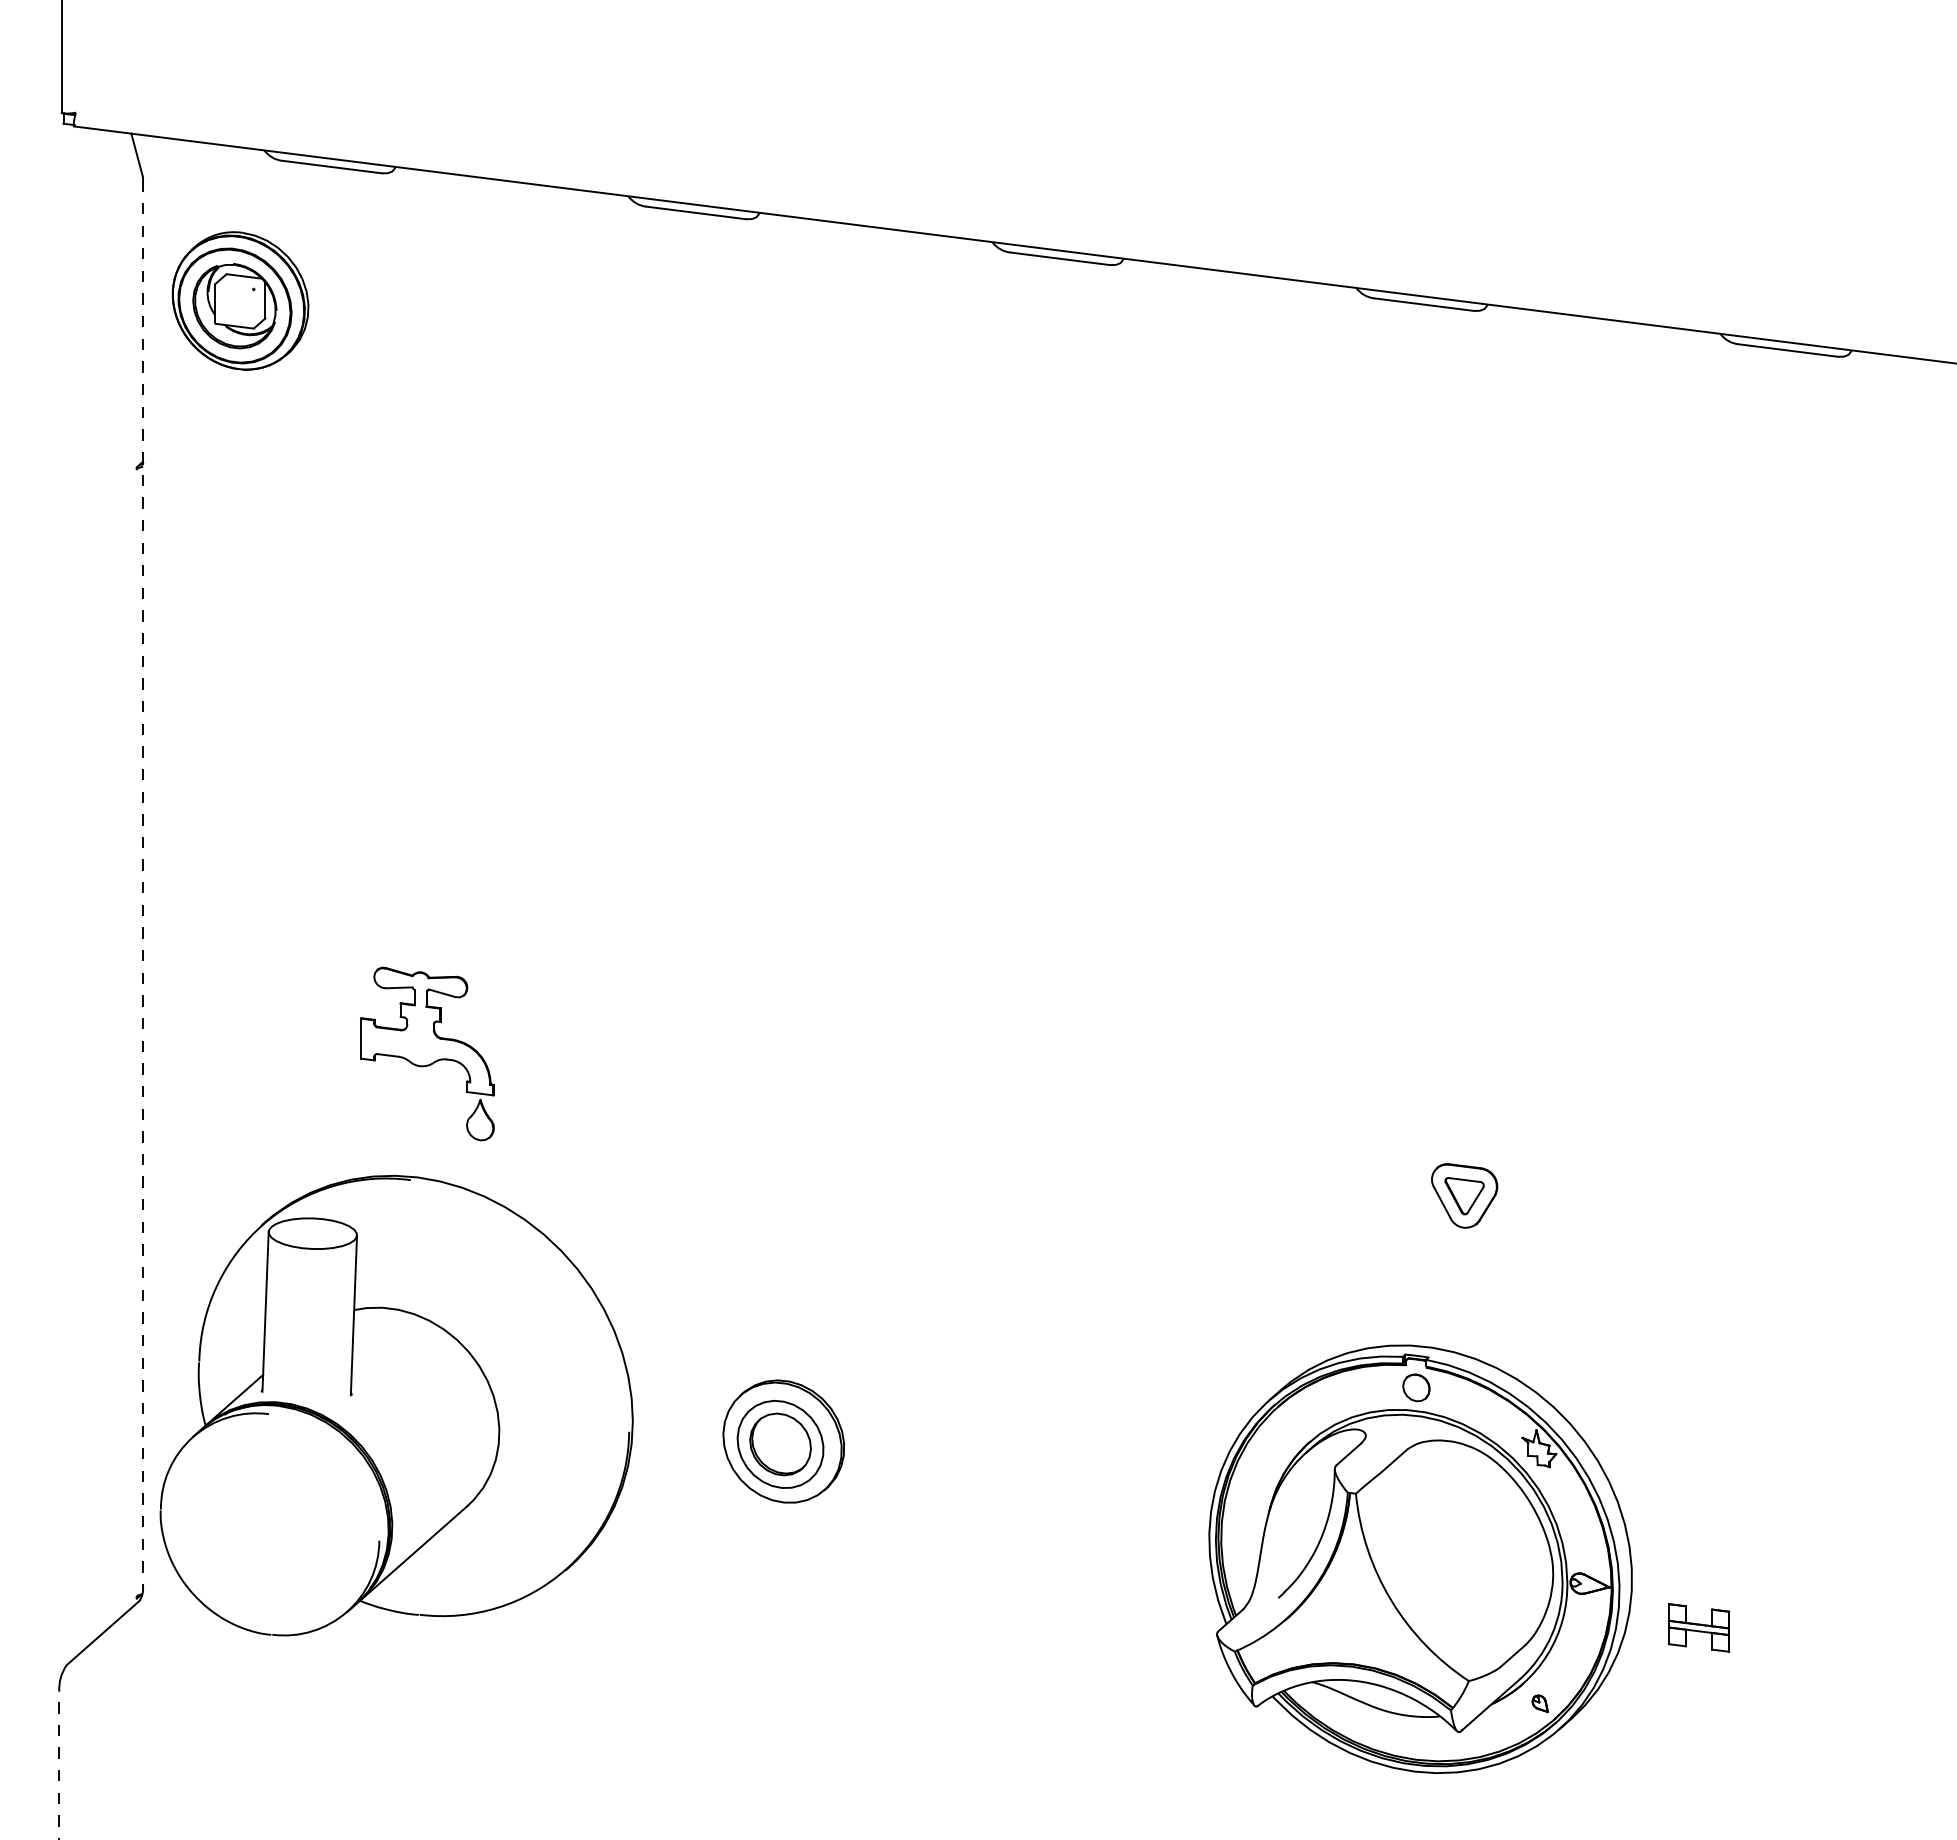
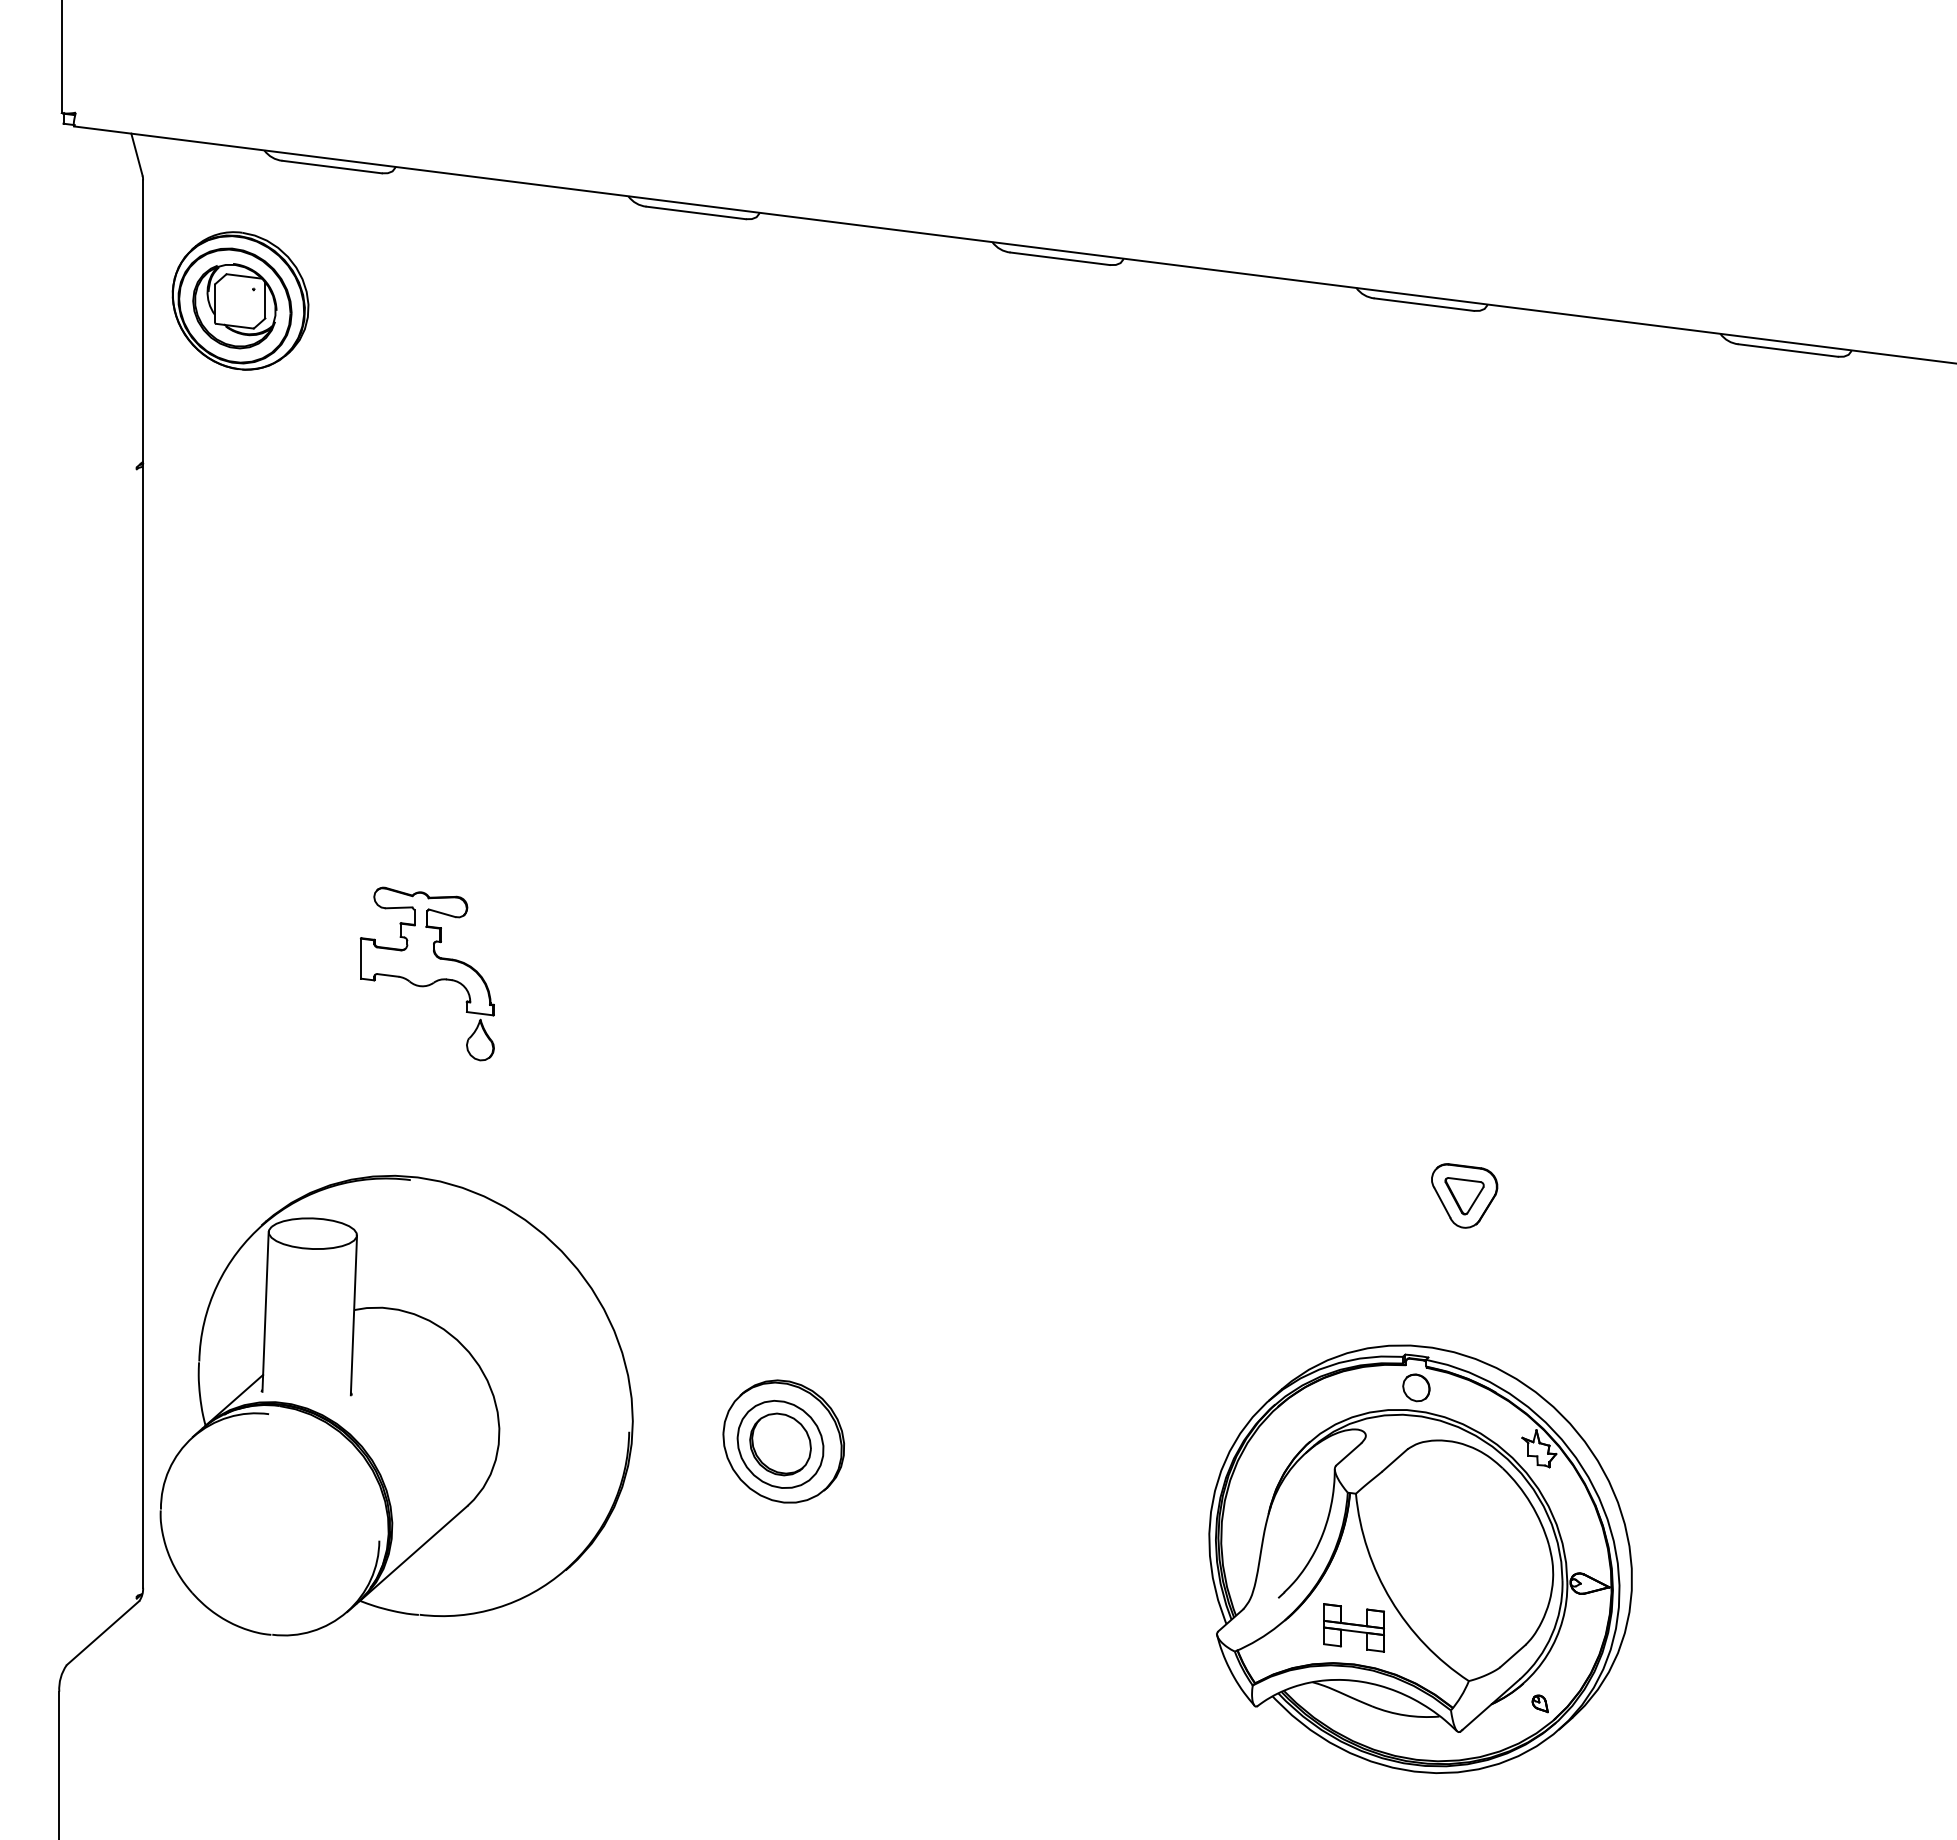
line at (143, 884): dashed -> solid
part at (427, 1053) position: (427, 1053) -> (427, 973)
part at (1698, 1627) position: (1698, 1627) -> (1353, 1627)
line at (59, 1765): dashed -> solid
